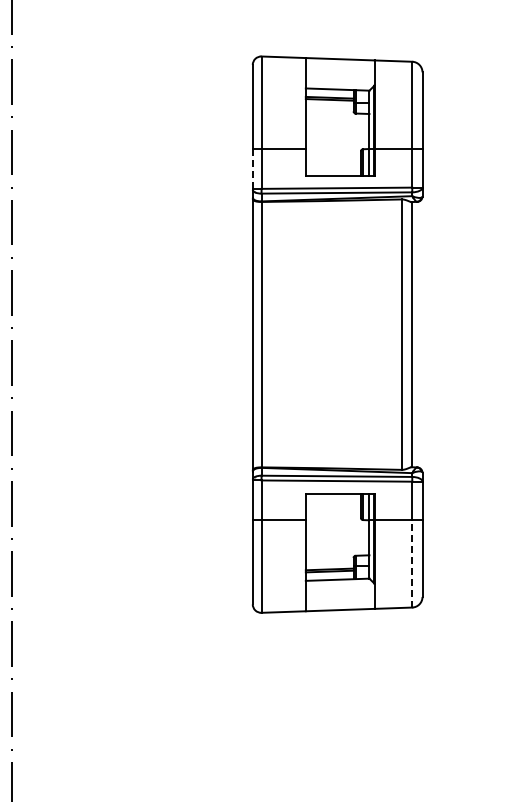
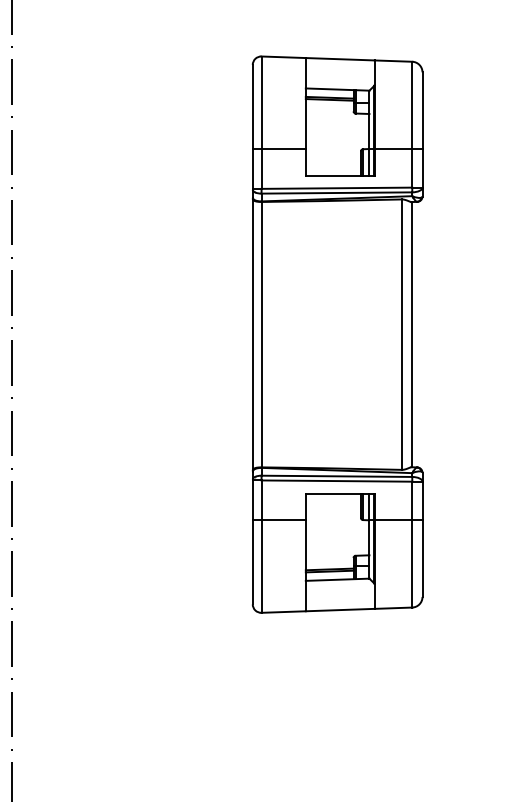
line at (252, 168): dashed -> solid
line at (412, 563): dashed -> solid
